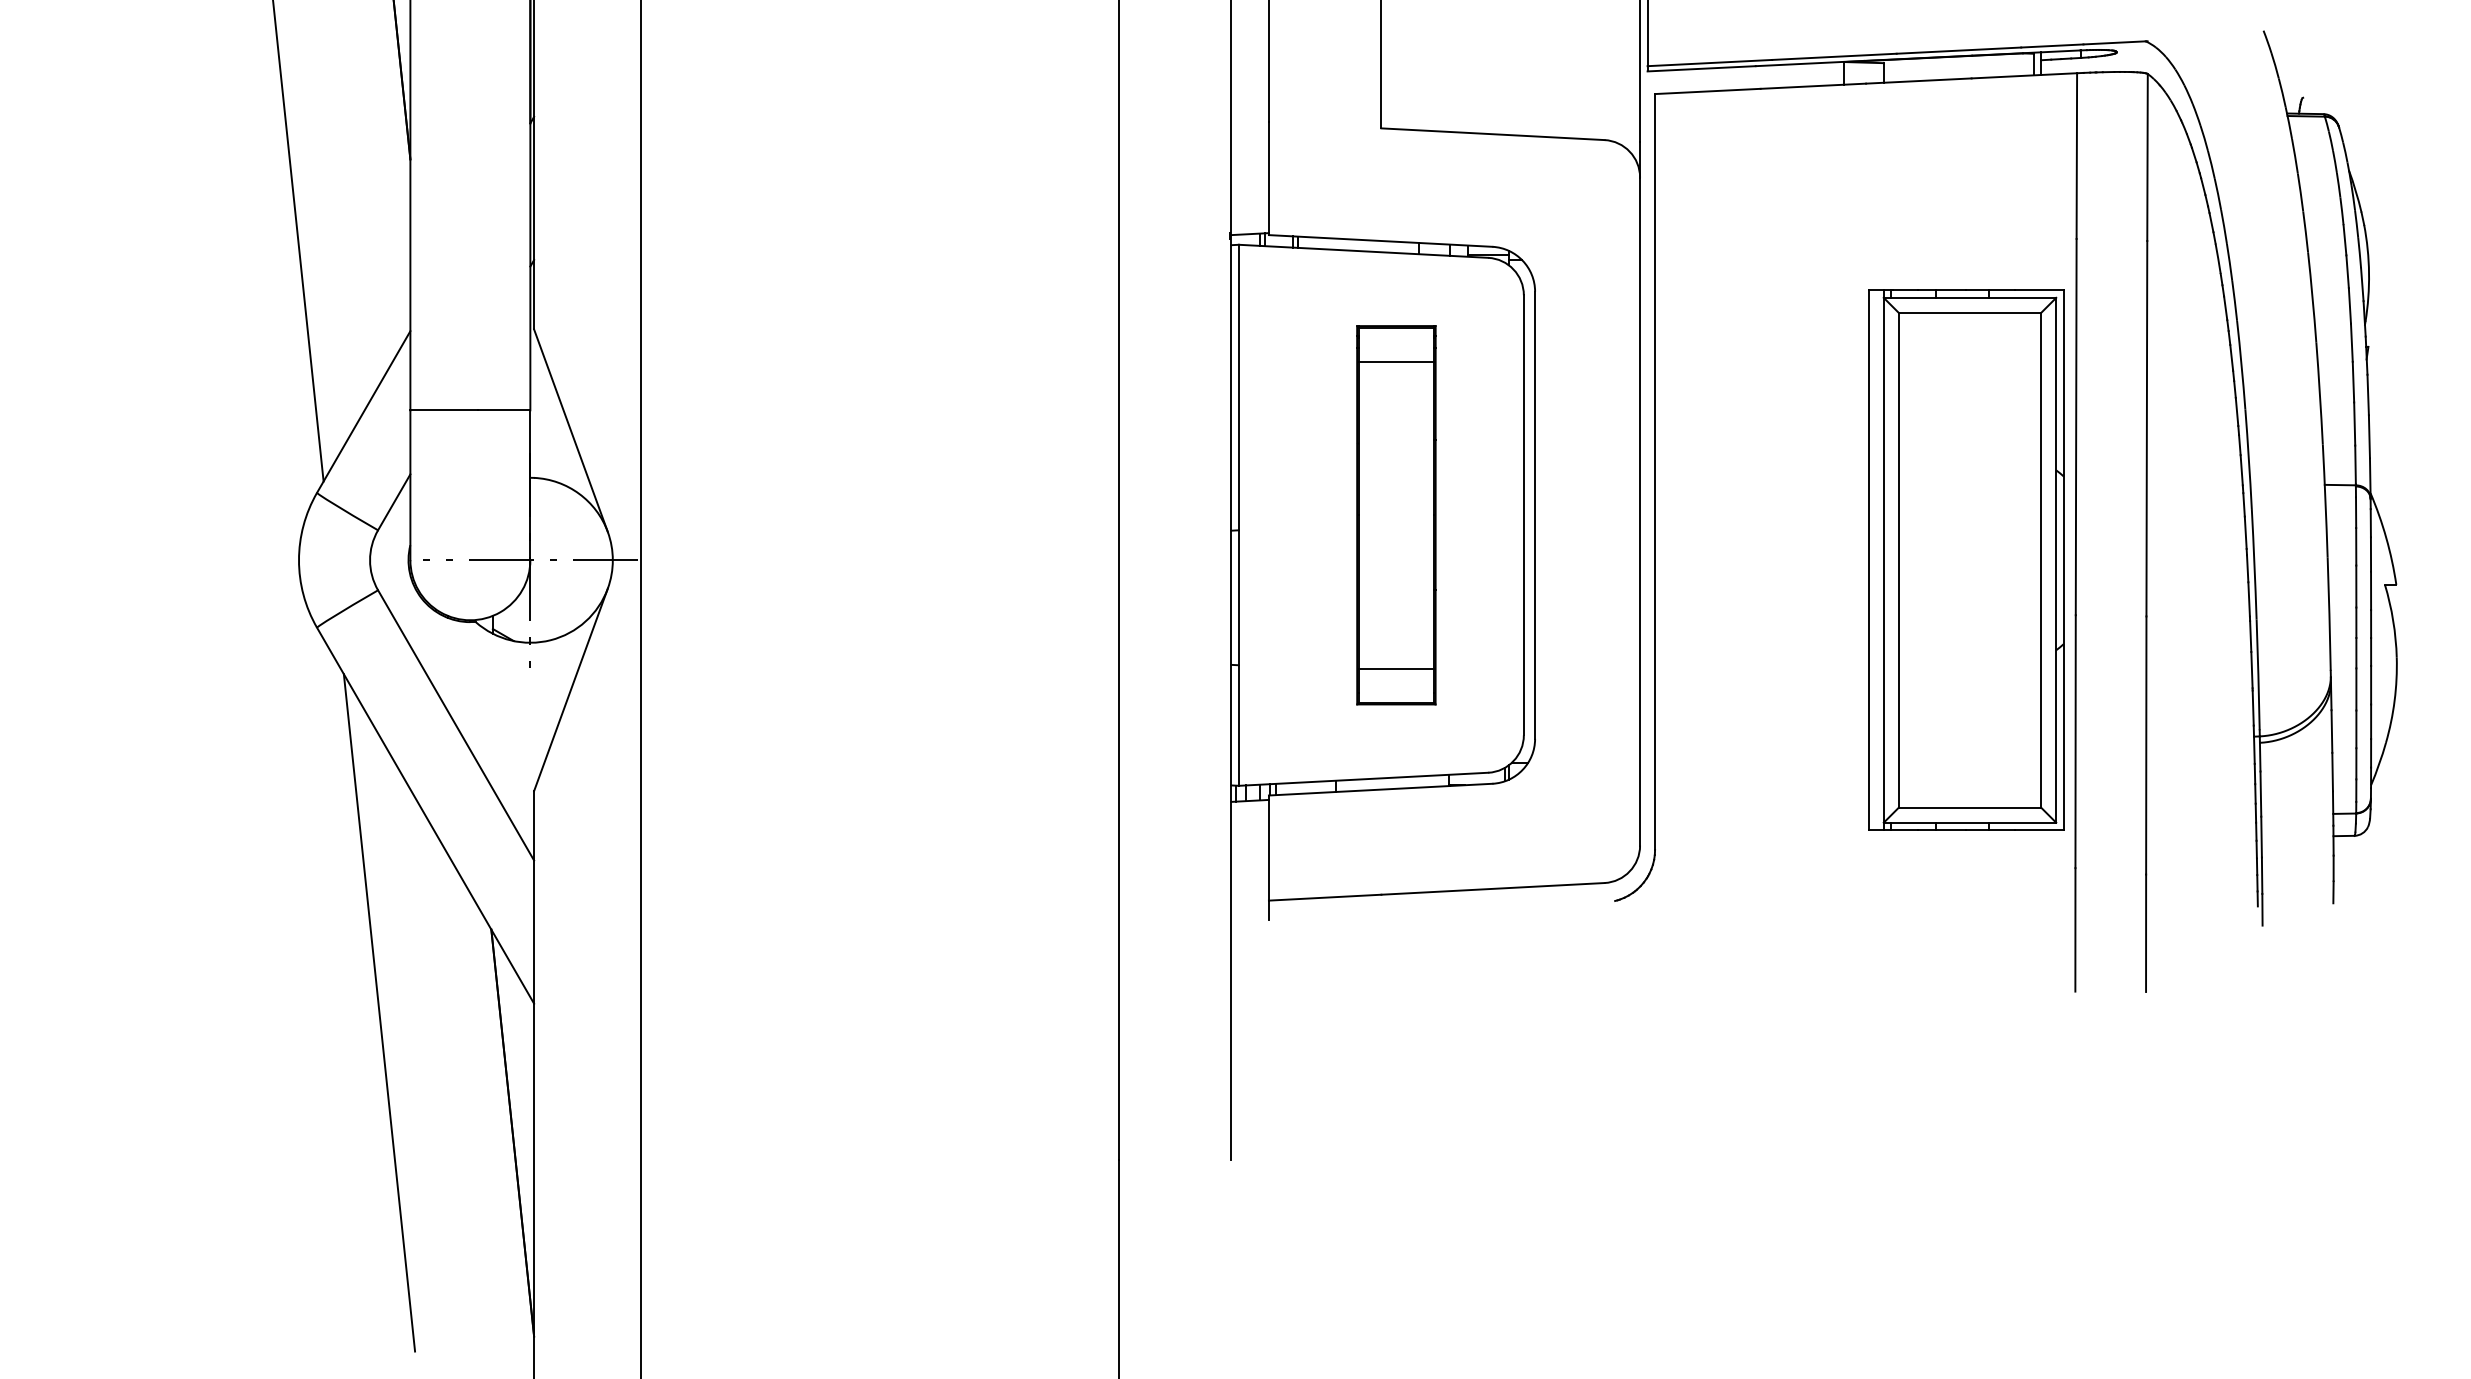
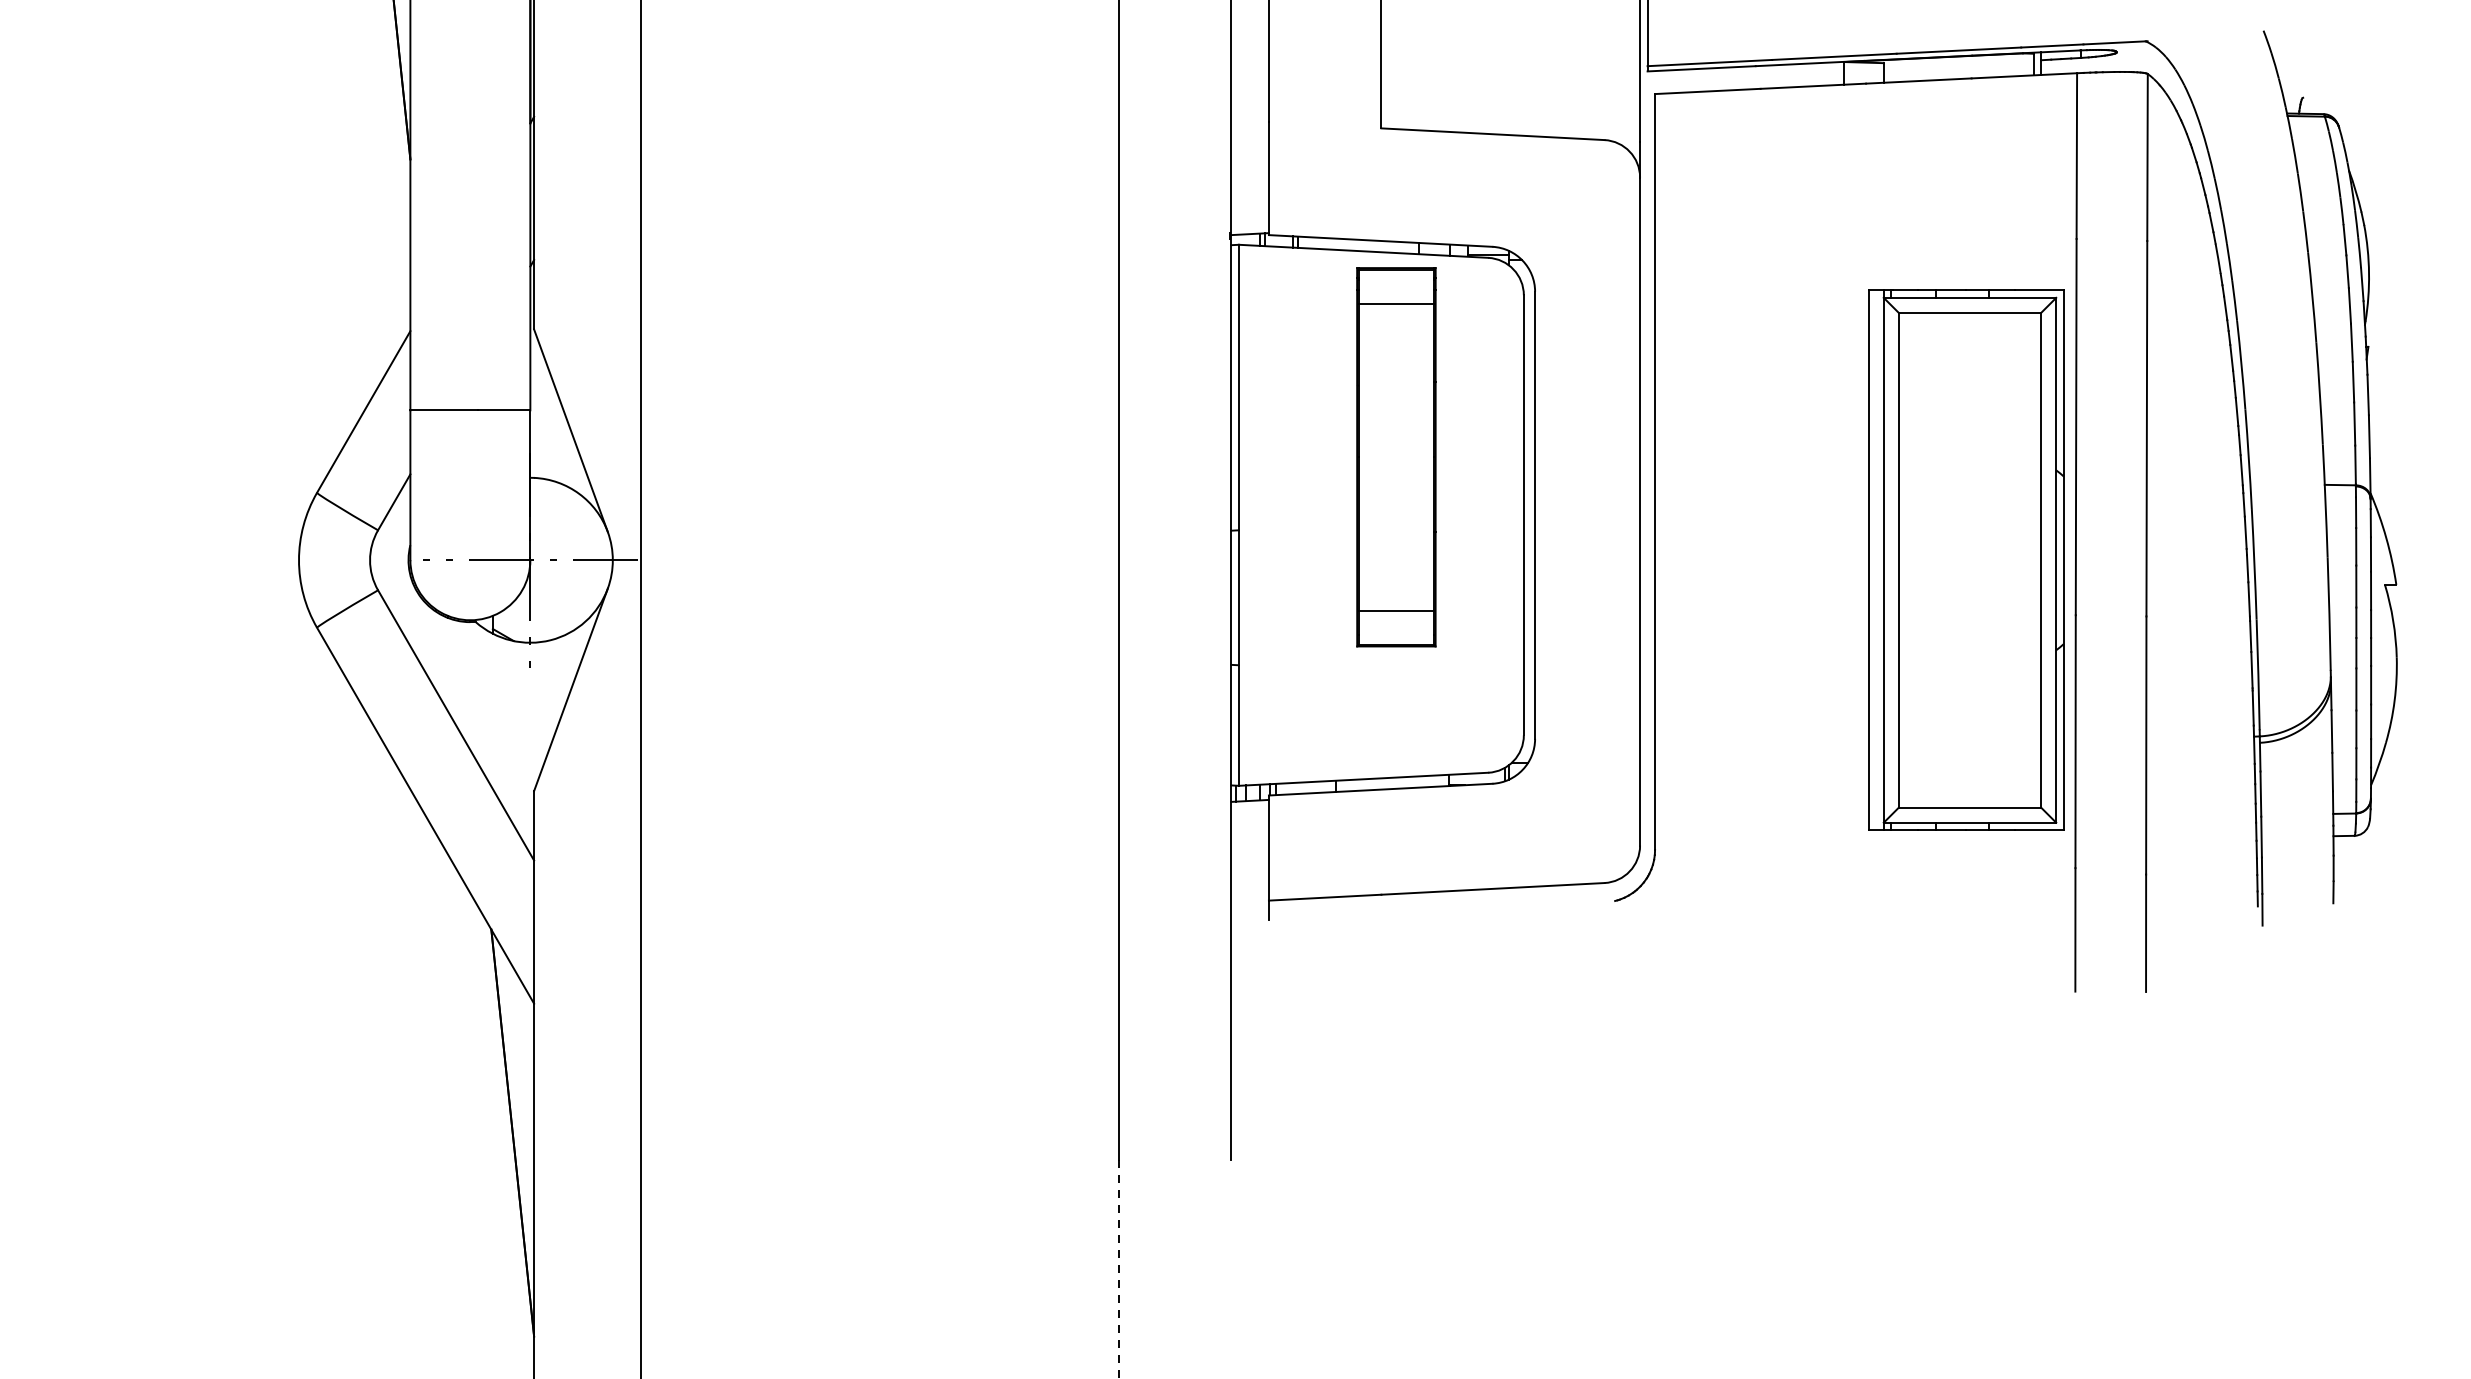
line at (298, 241): present -> none
part at (1396, 515) position: (1396, 515) -> (1396, 457)
line at (379, 1012): present -> none
line at (1118, 1269): solid -> dashed
